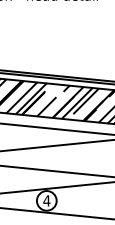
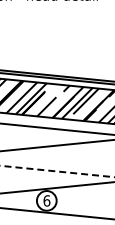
line at (57, 171): solid -> dashed
text at (46, 200): 4 -> 6
